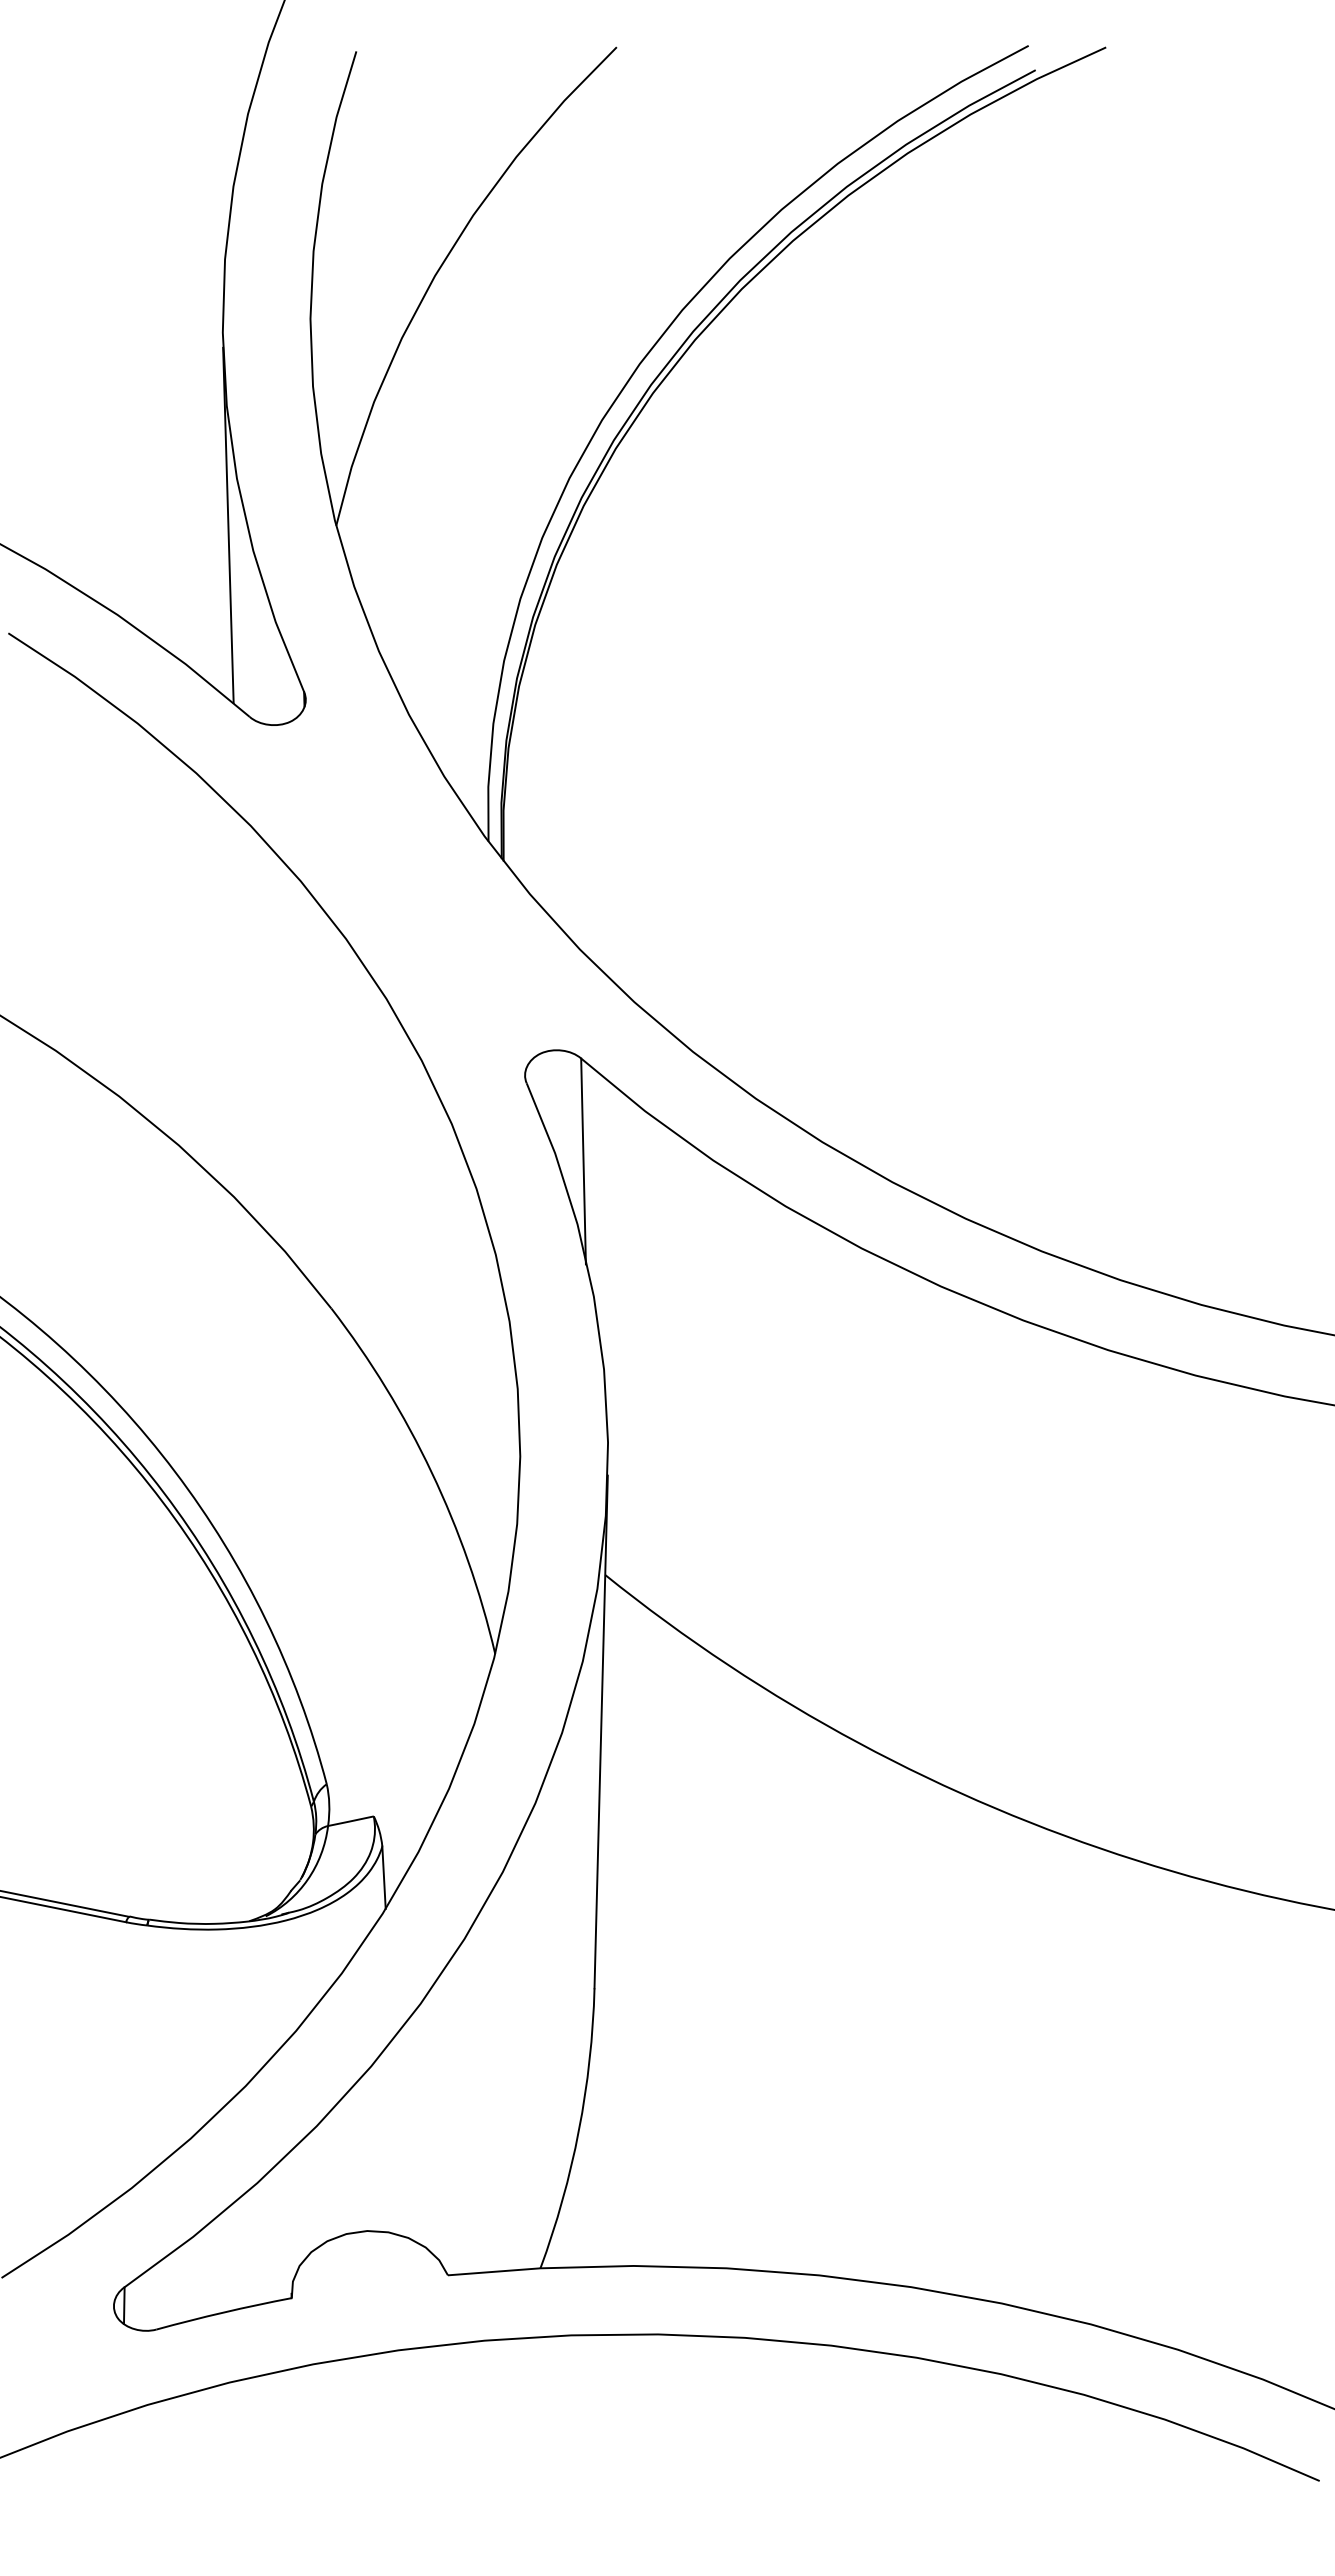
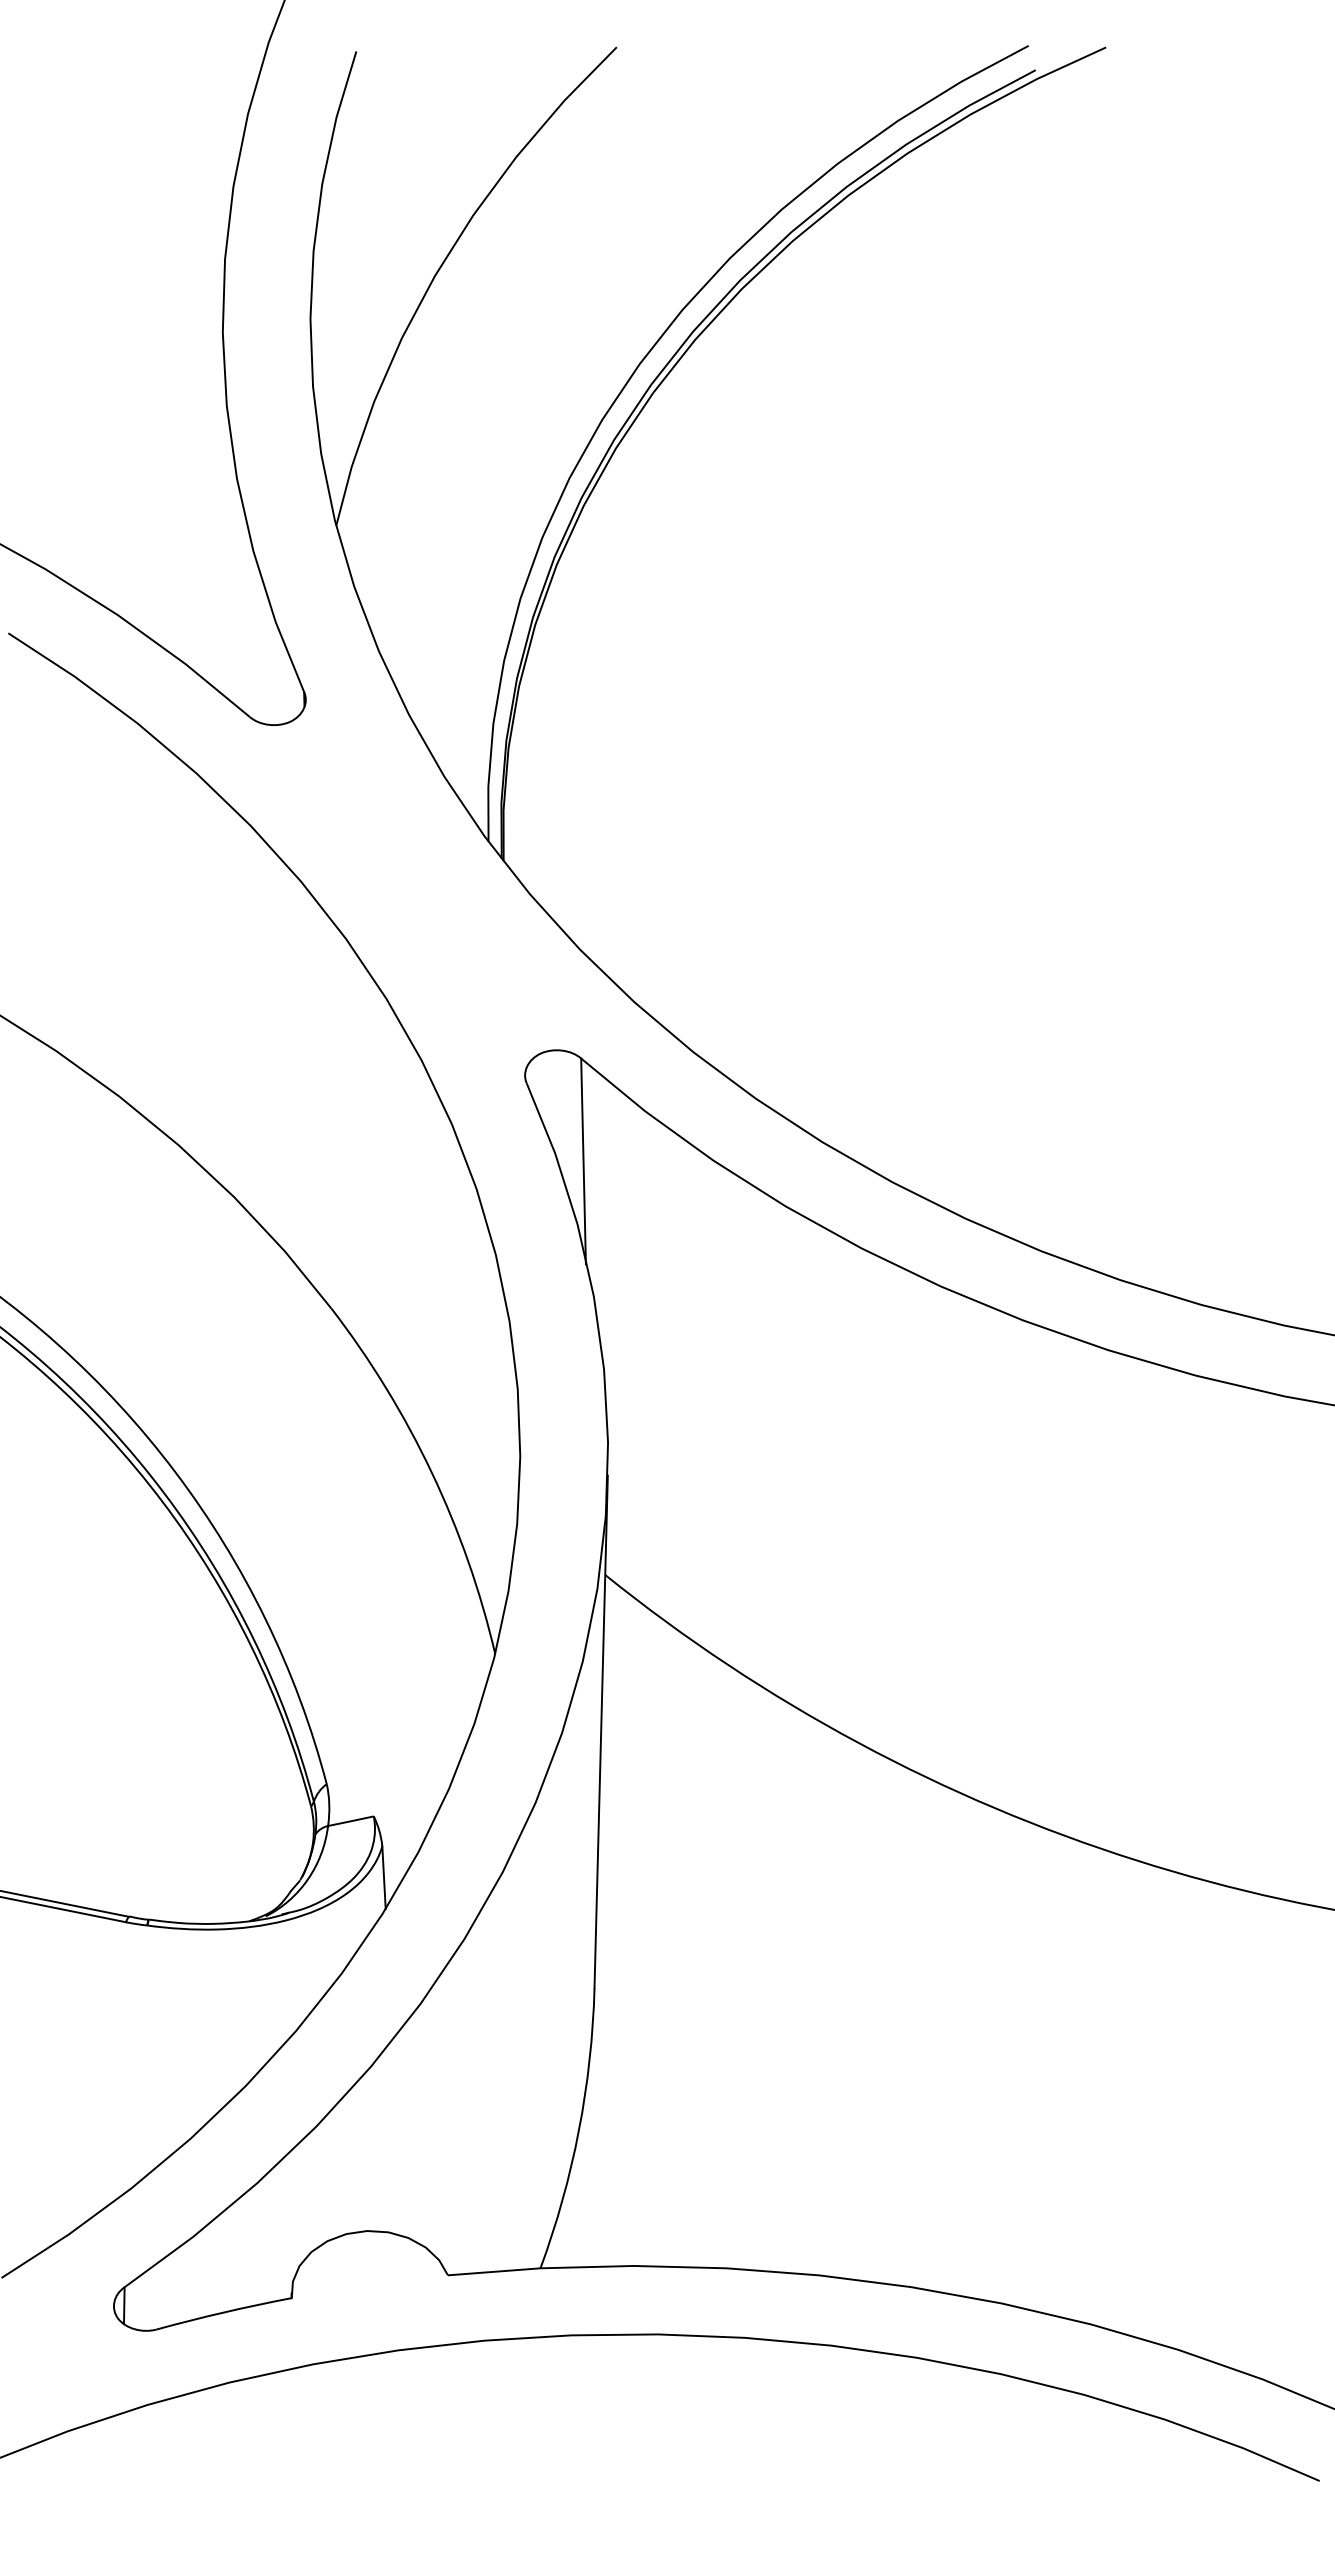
line at (228, 525): present -> none
